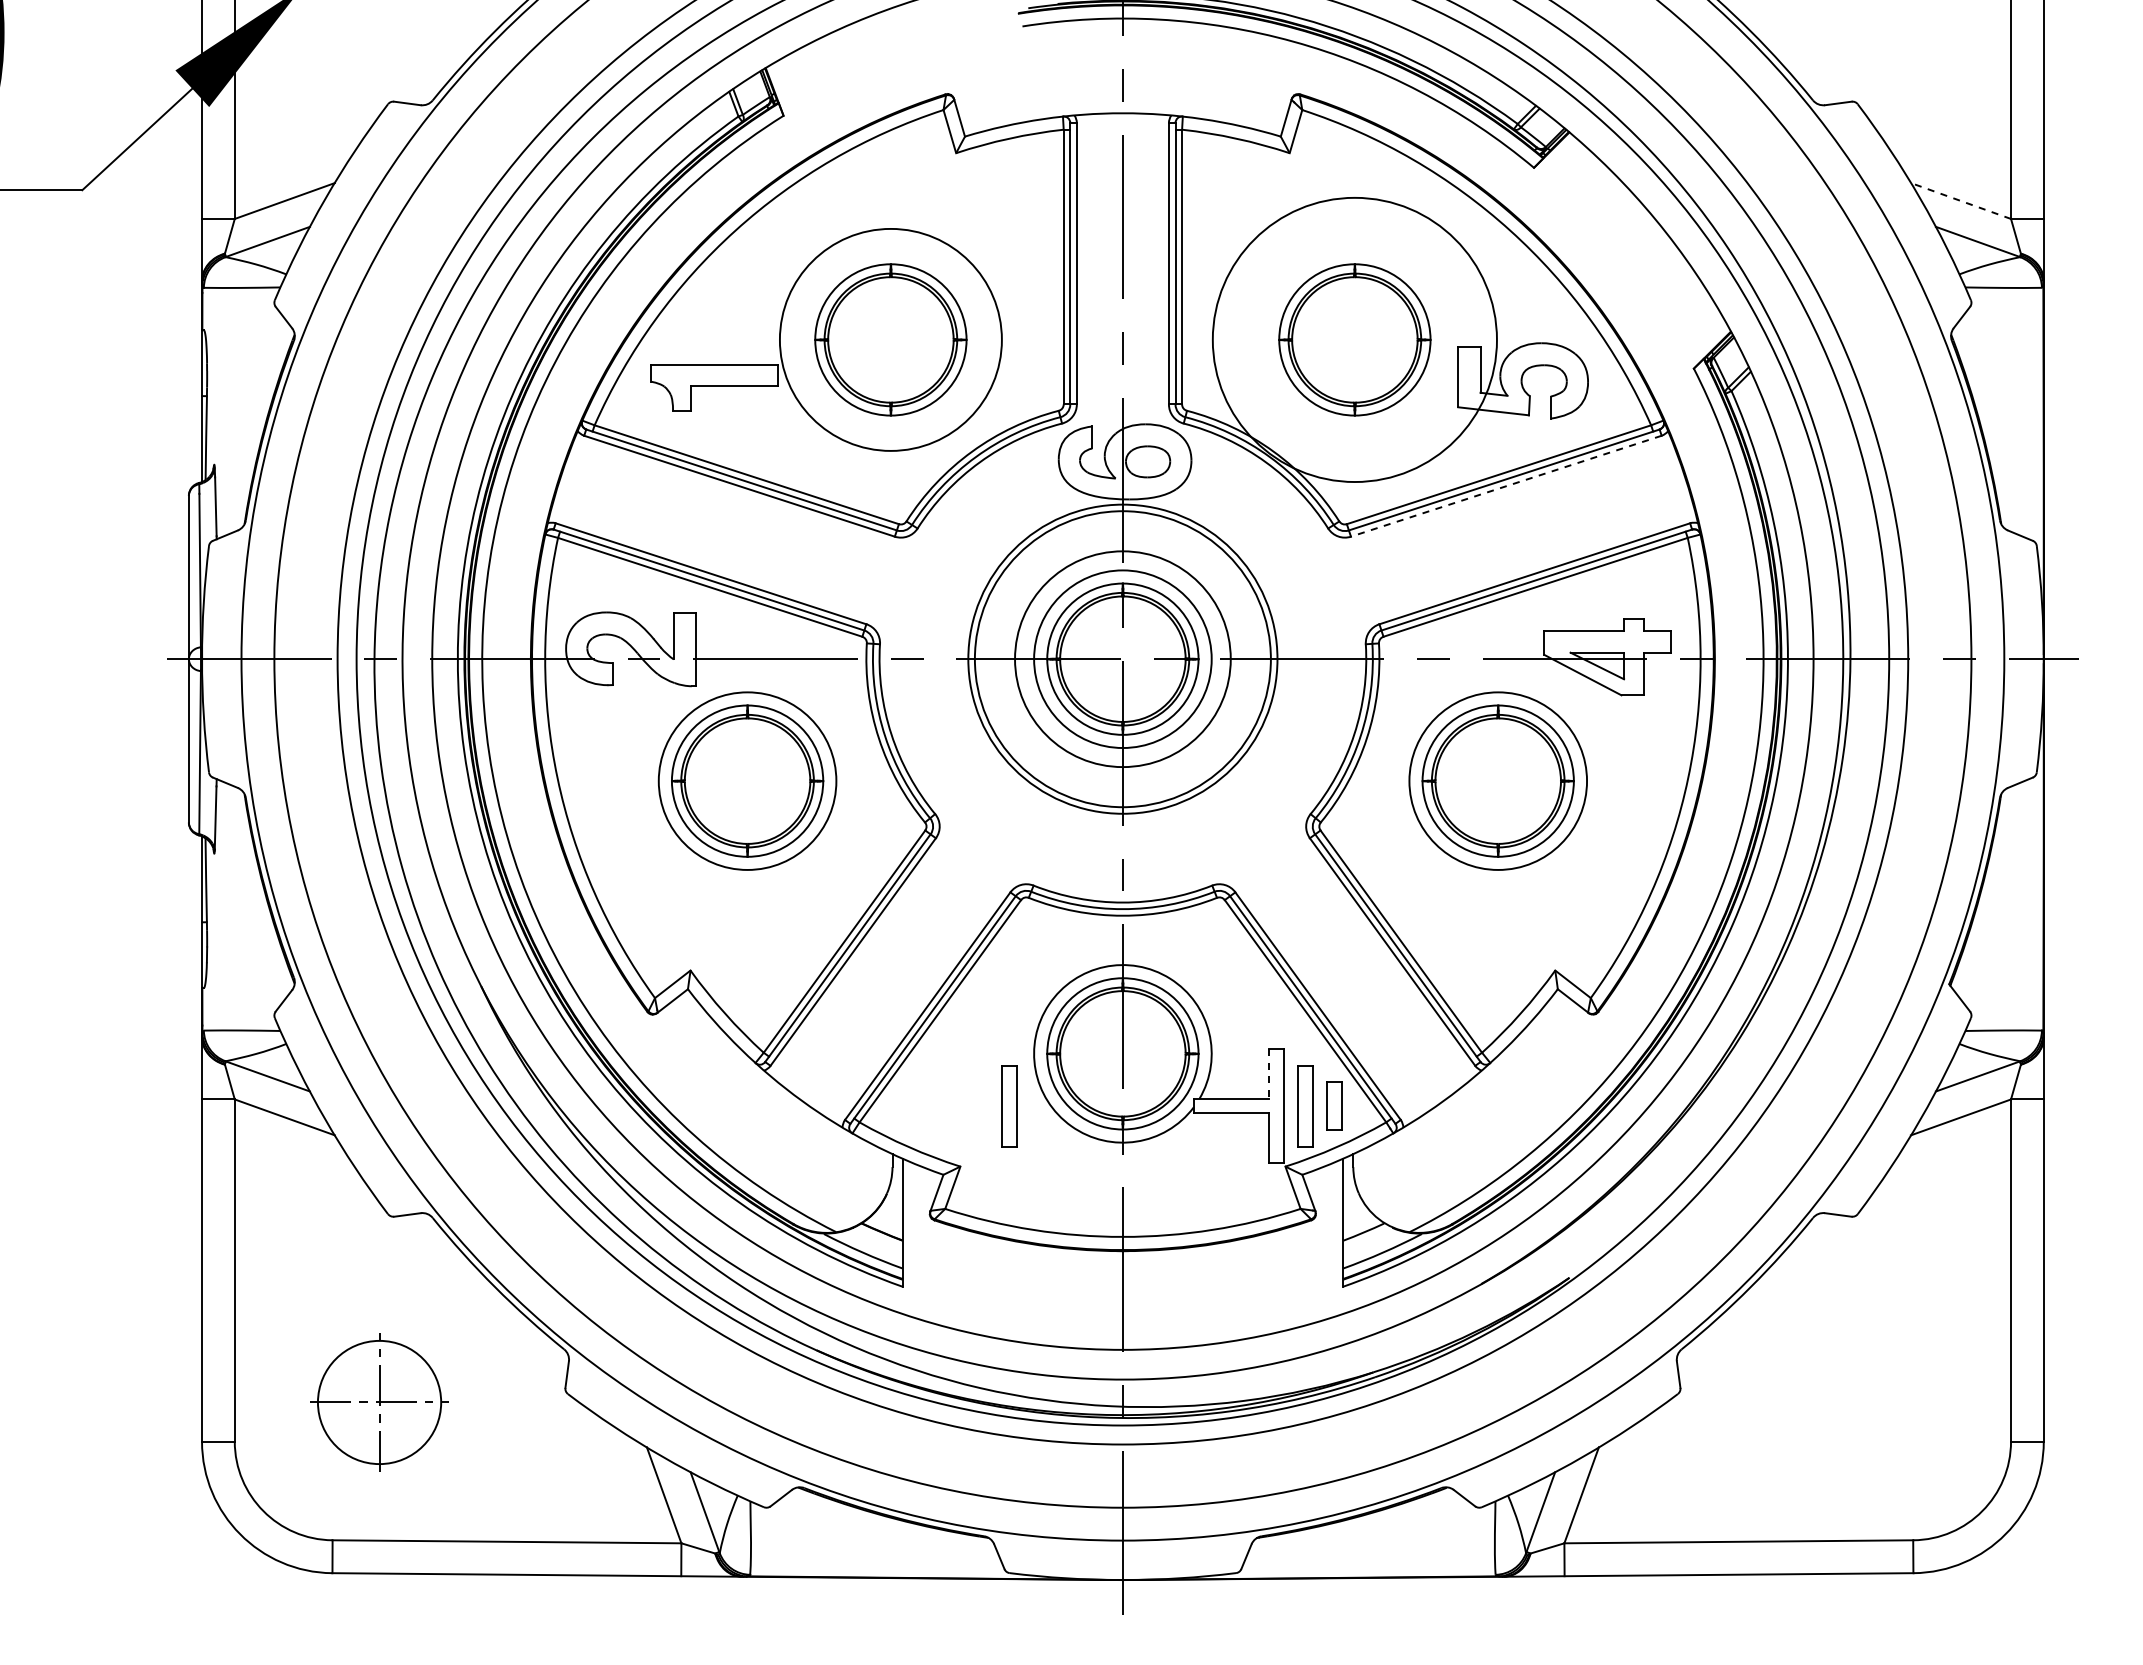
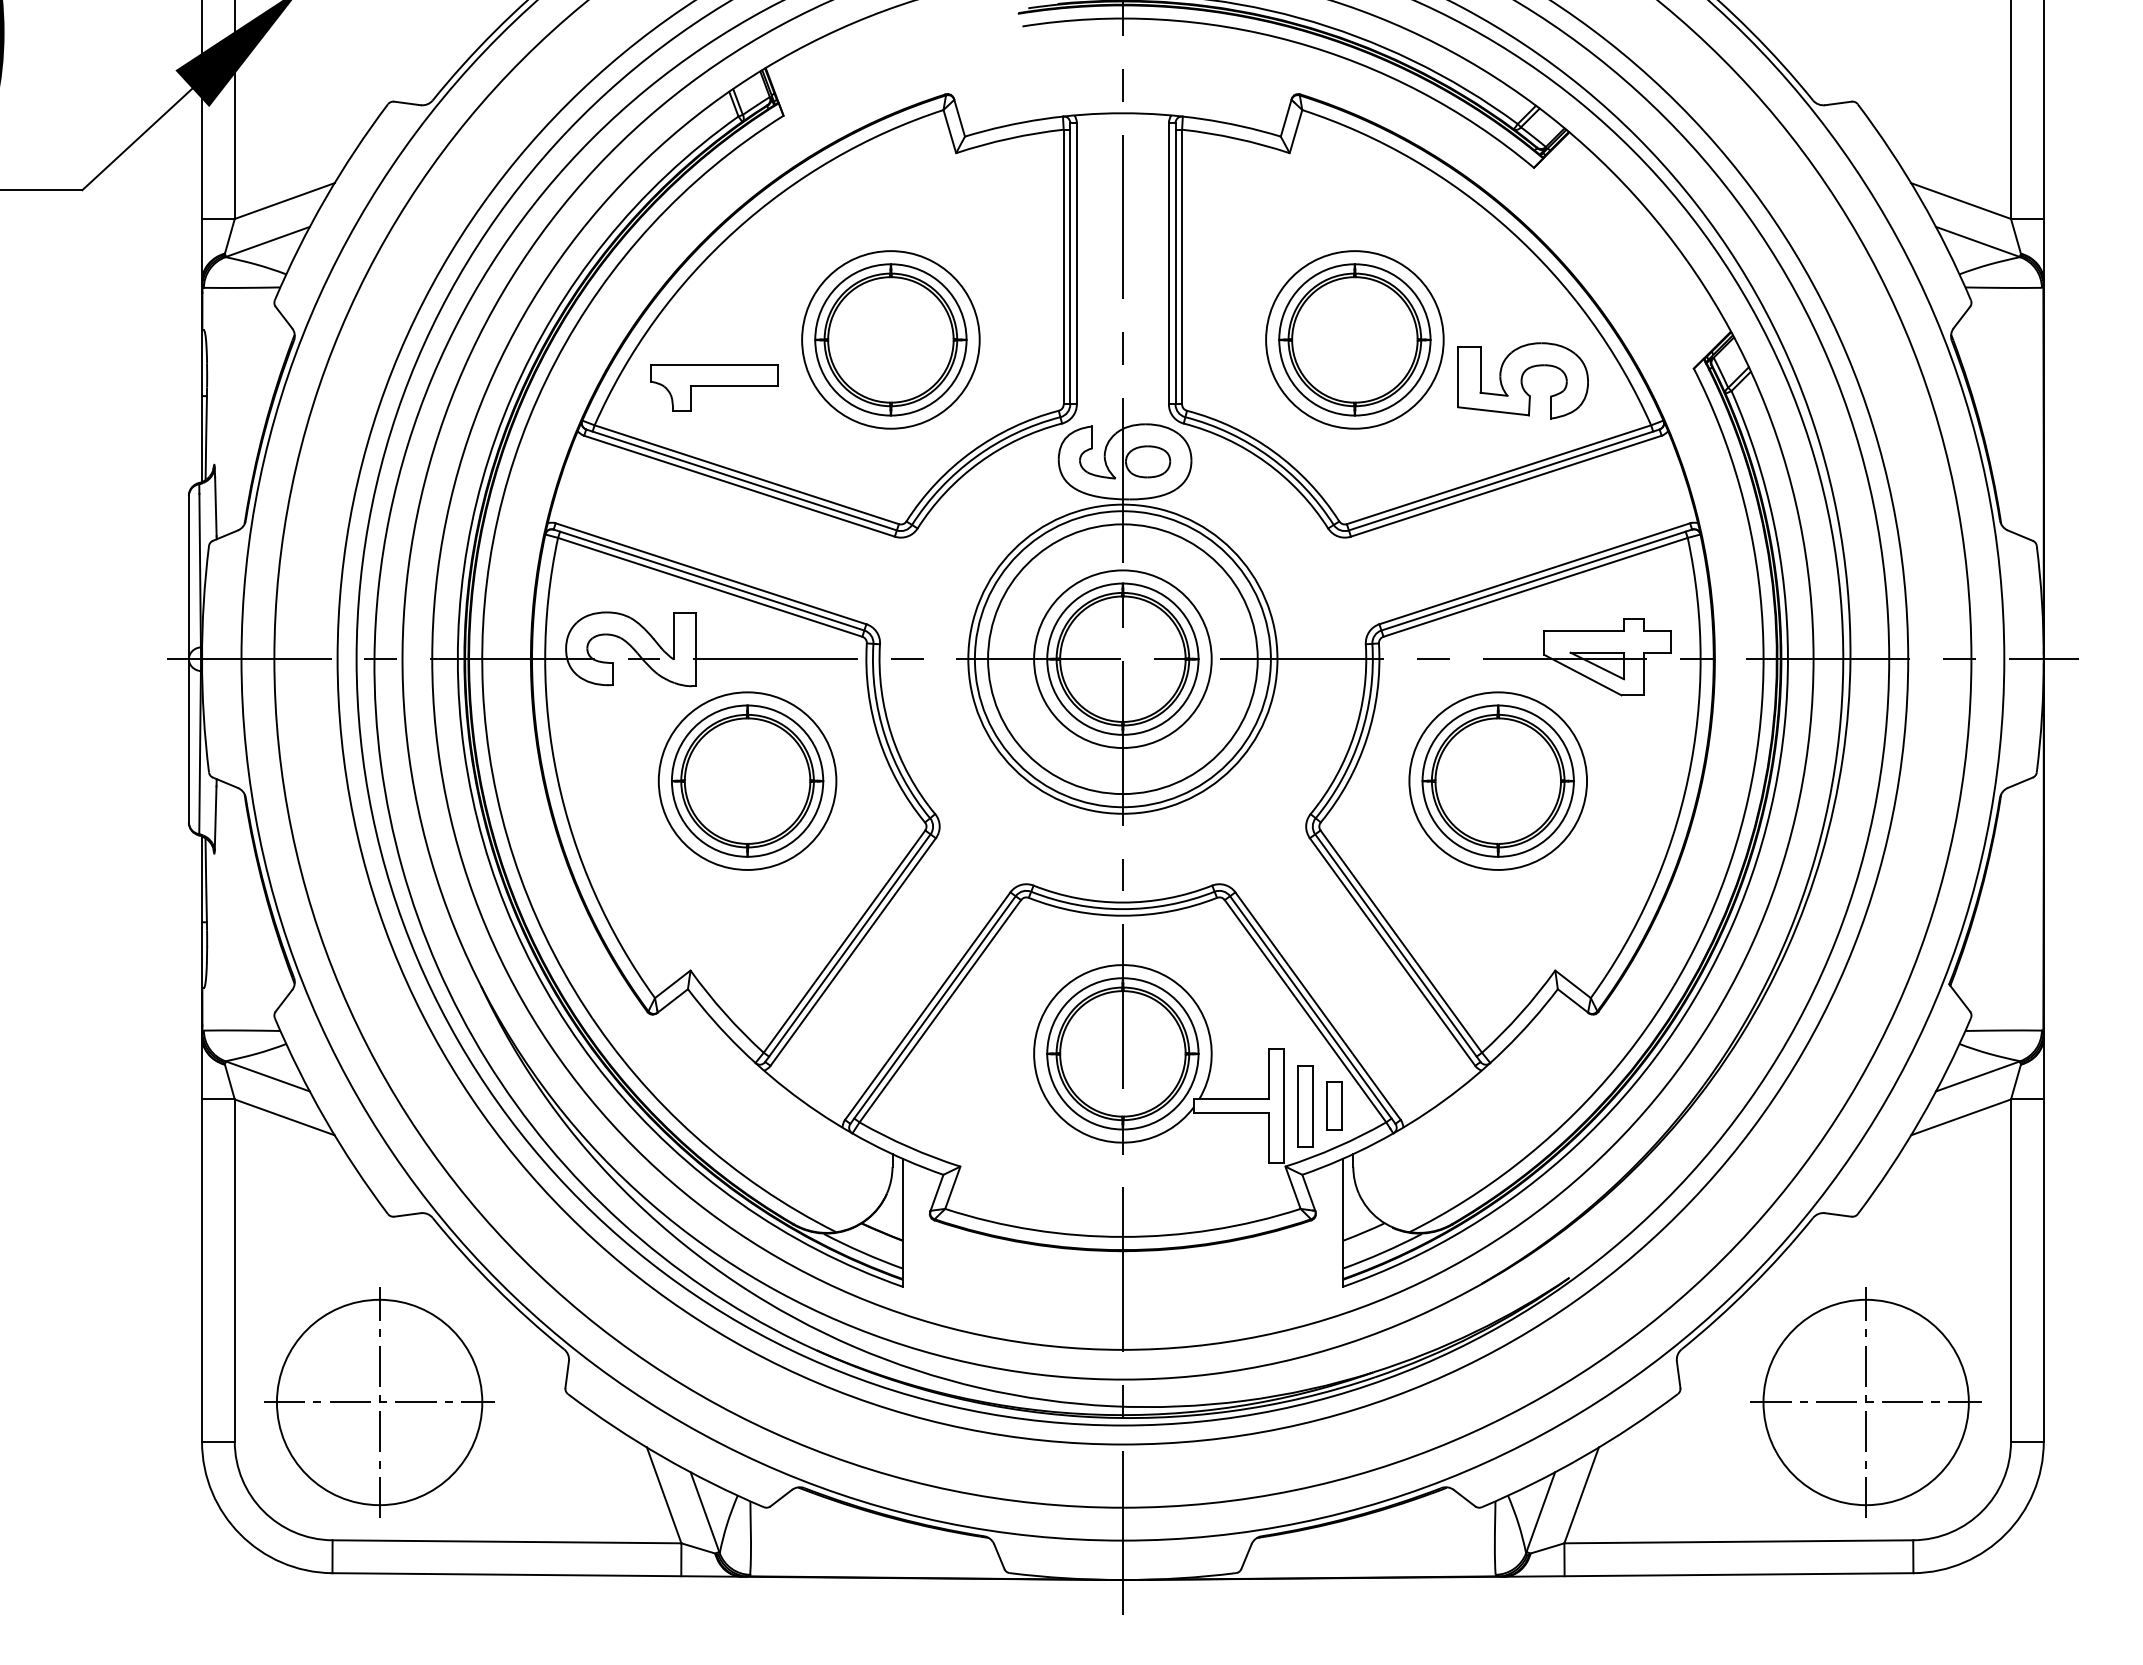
line at (1960, 200): dashed -> solid
circle at (890, 339) diameter: 222 px -> 178 px
circle at (1354, 339) diameter: 284 px -> 178 px
line at (1505, 486): dashed -> solid
circle at (1122, 659) diameter: 216 px -> 270 px
line at (1269, 1074): dashed -> solid
part at (1009, 1106): present -> none
part at (379, 1402) size: 139x139 px -> 231x231 px
part at (1865, 1402): none -> present
